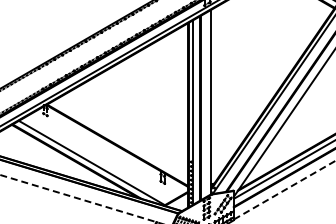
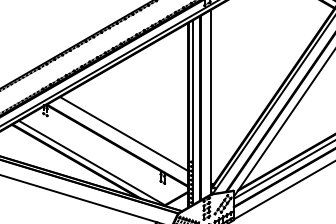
line at (123, 133): none -> present
line at (284, 190): dashed -> solid
line at (81, 199): dashed -> solid
